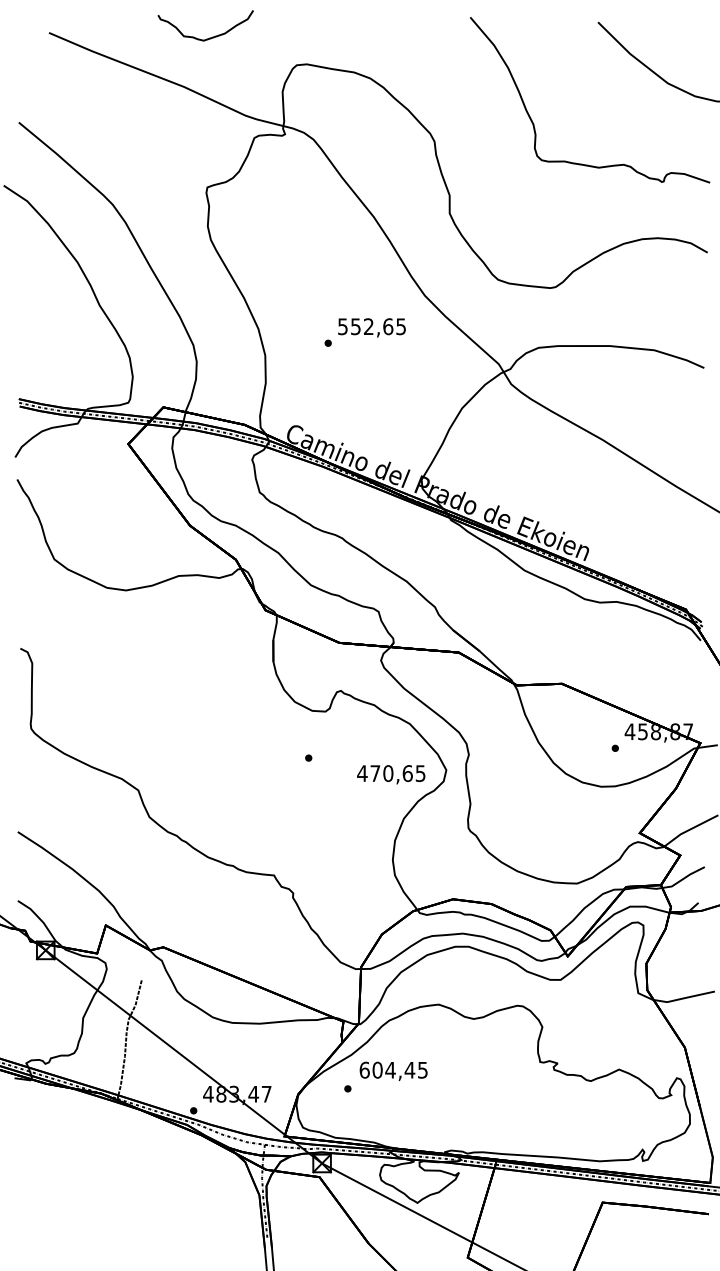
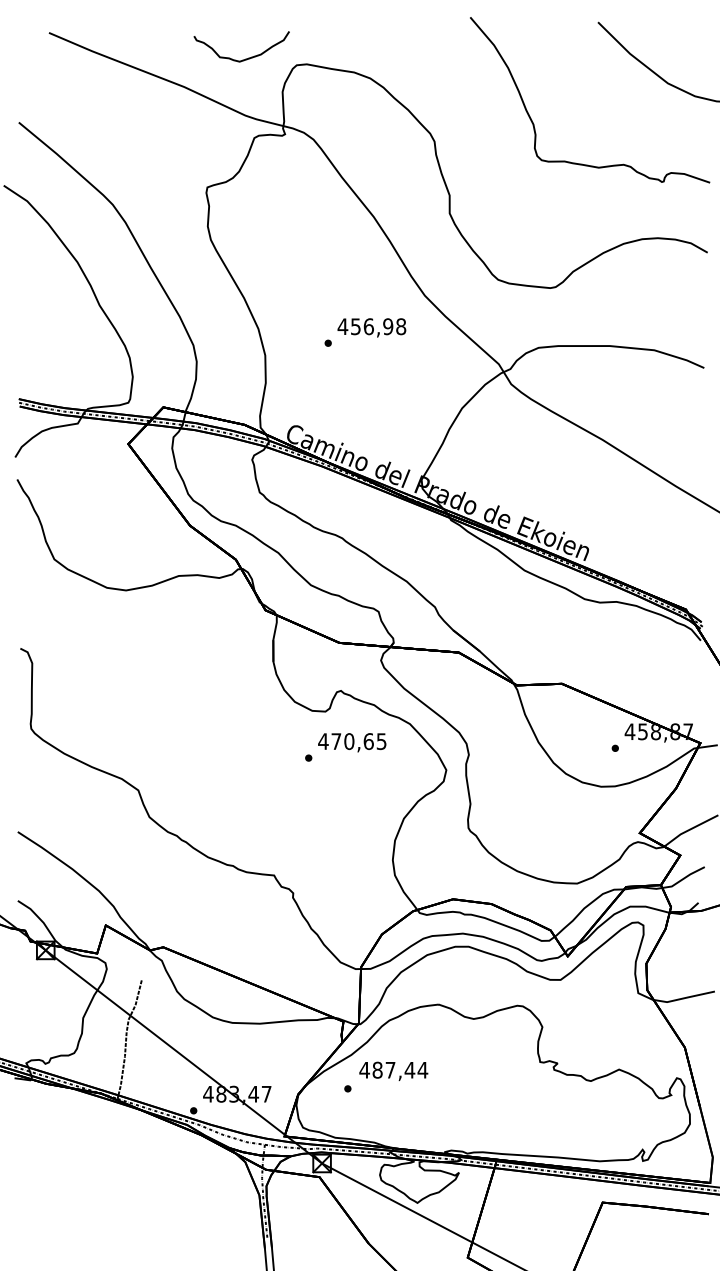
curve at (209, 37) position: (209, 37) -> (245, 58)
text at (371, 326): 552,65 -> 456,98
text at (391, 774) position: (391, 774) -> (352, 742)
text at (393, 1069): 604,45 -> 487,44
